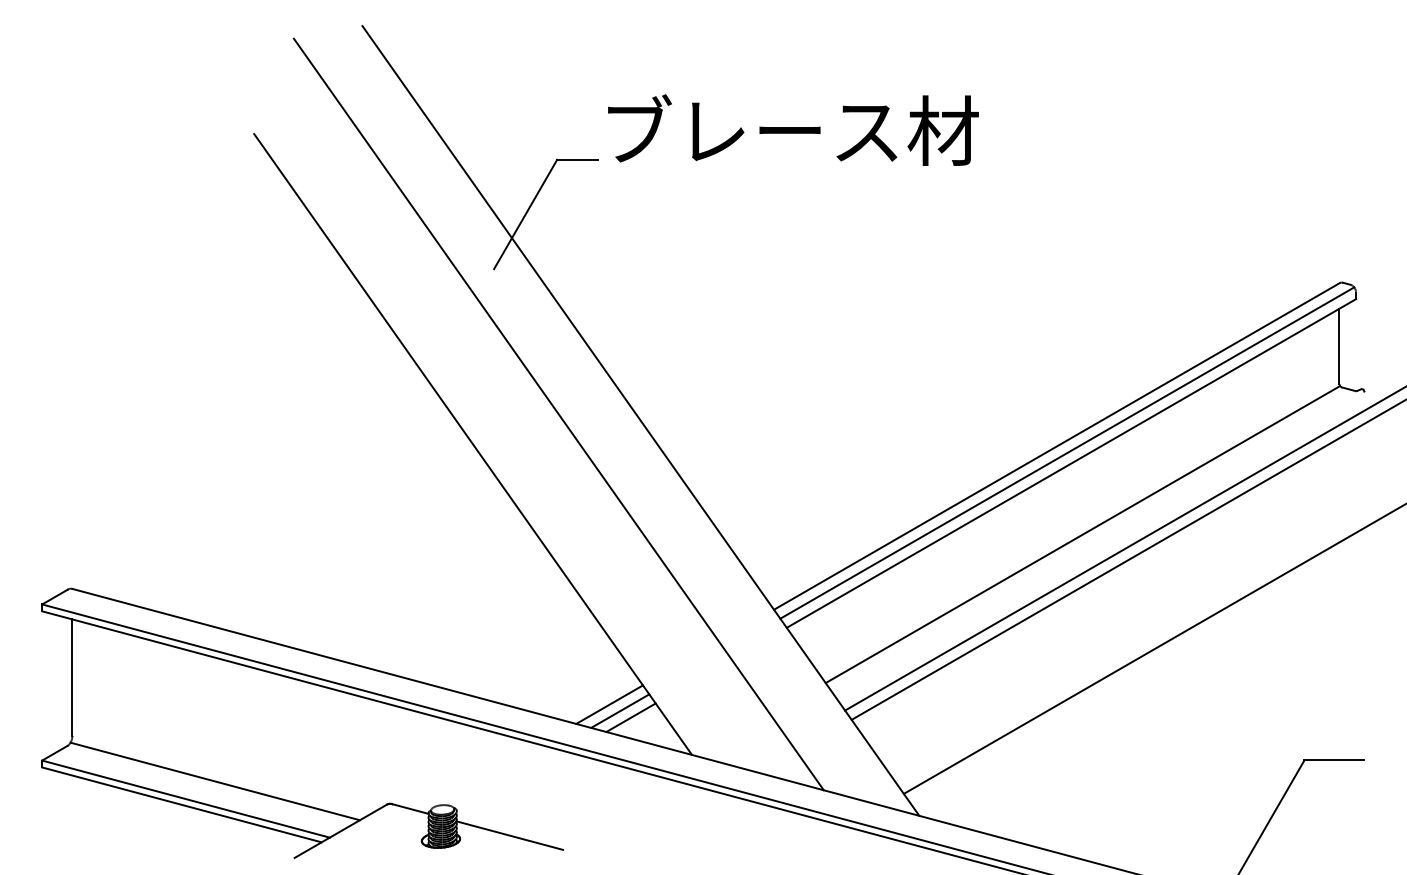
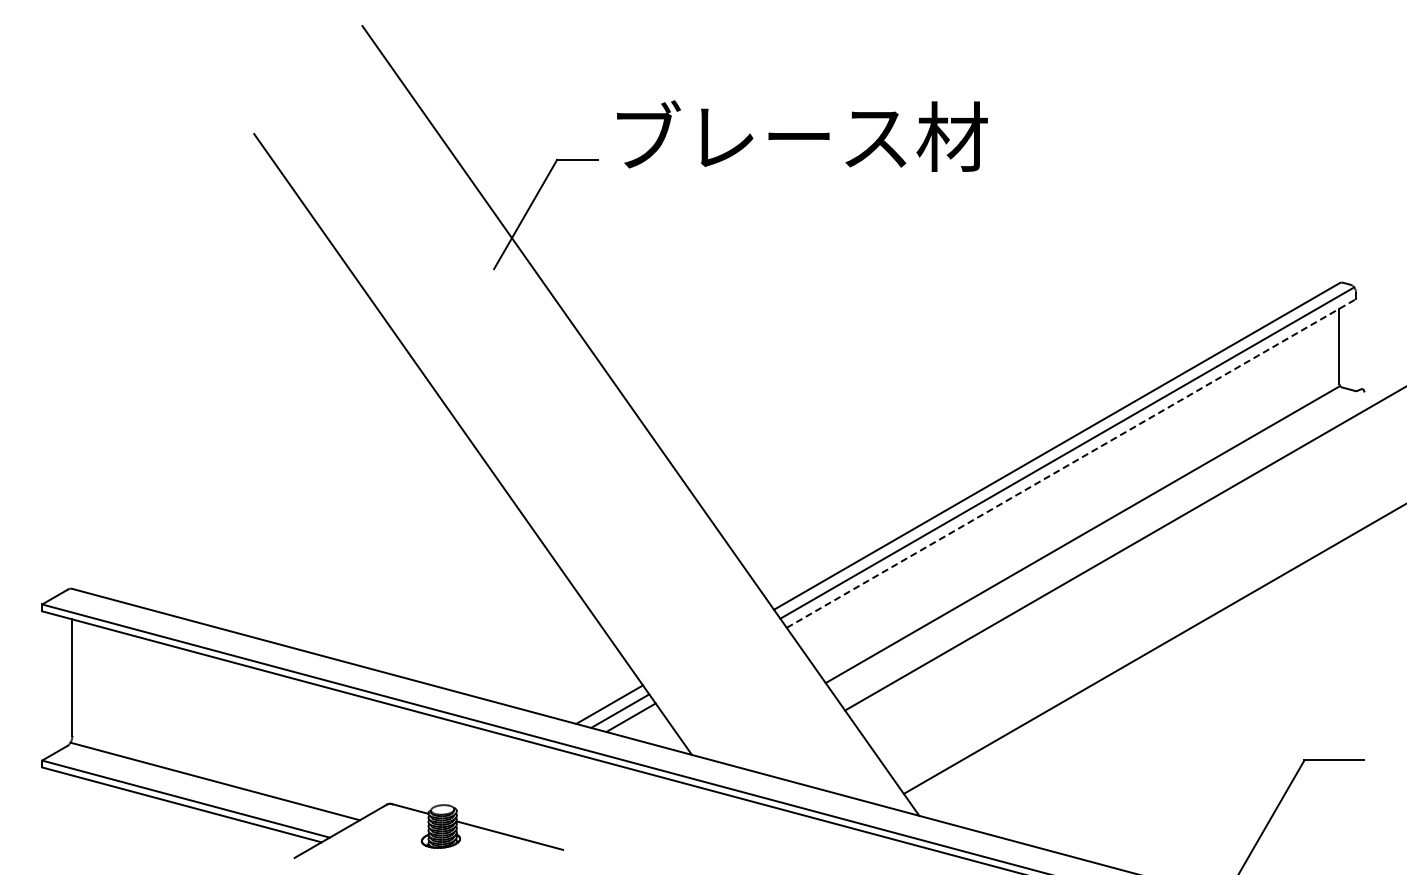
text at (793, 129) position: (793, 129) -> (802, 135)
line at (558, 414): present -> none
line at (1071, 463): solid -> dashed
line at (1127, 560): present -> none
